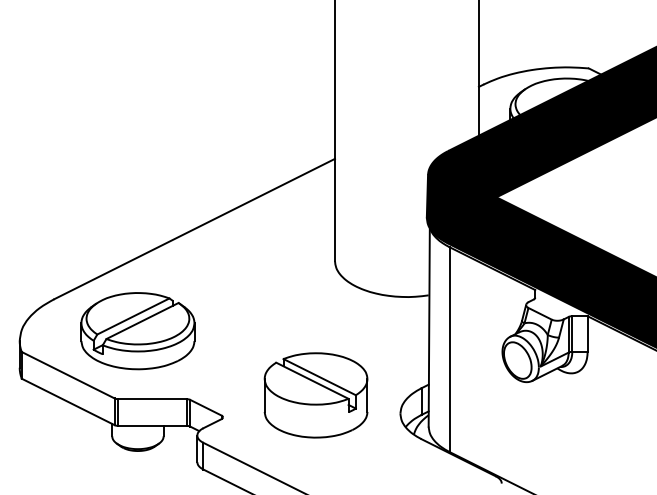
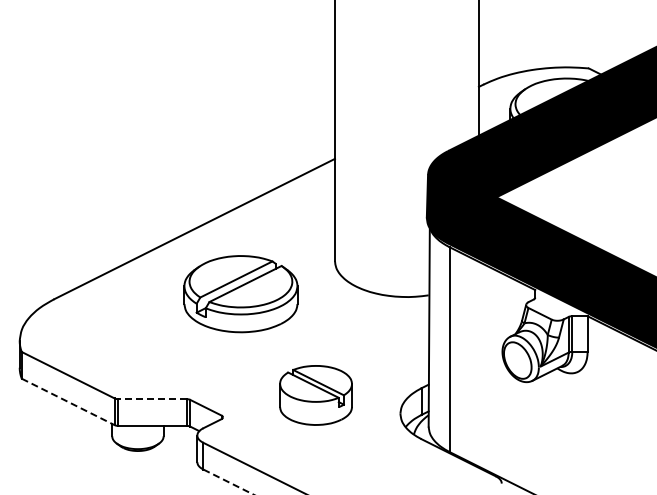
part at (137, 331) position: (137, 331) -> (240, 294)
part at (315, 395) size: 106x87 px -> 74x61 px
line at (151, 399): solid -> dashed
line at (68, 401): solid -> dashed
line at (228, 482): solid -> dashed
